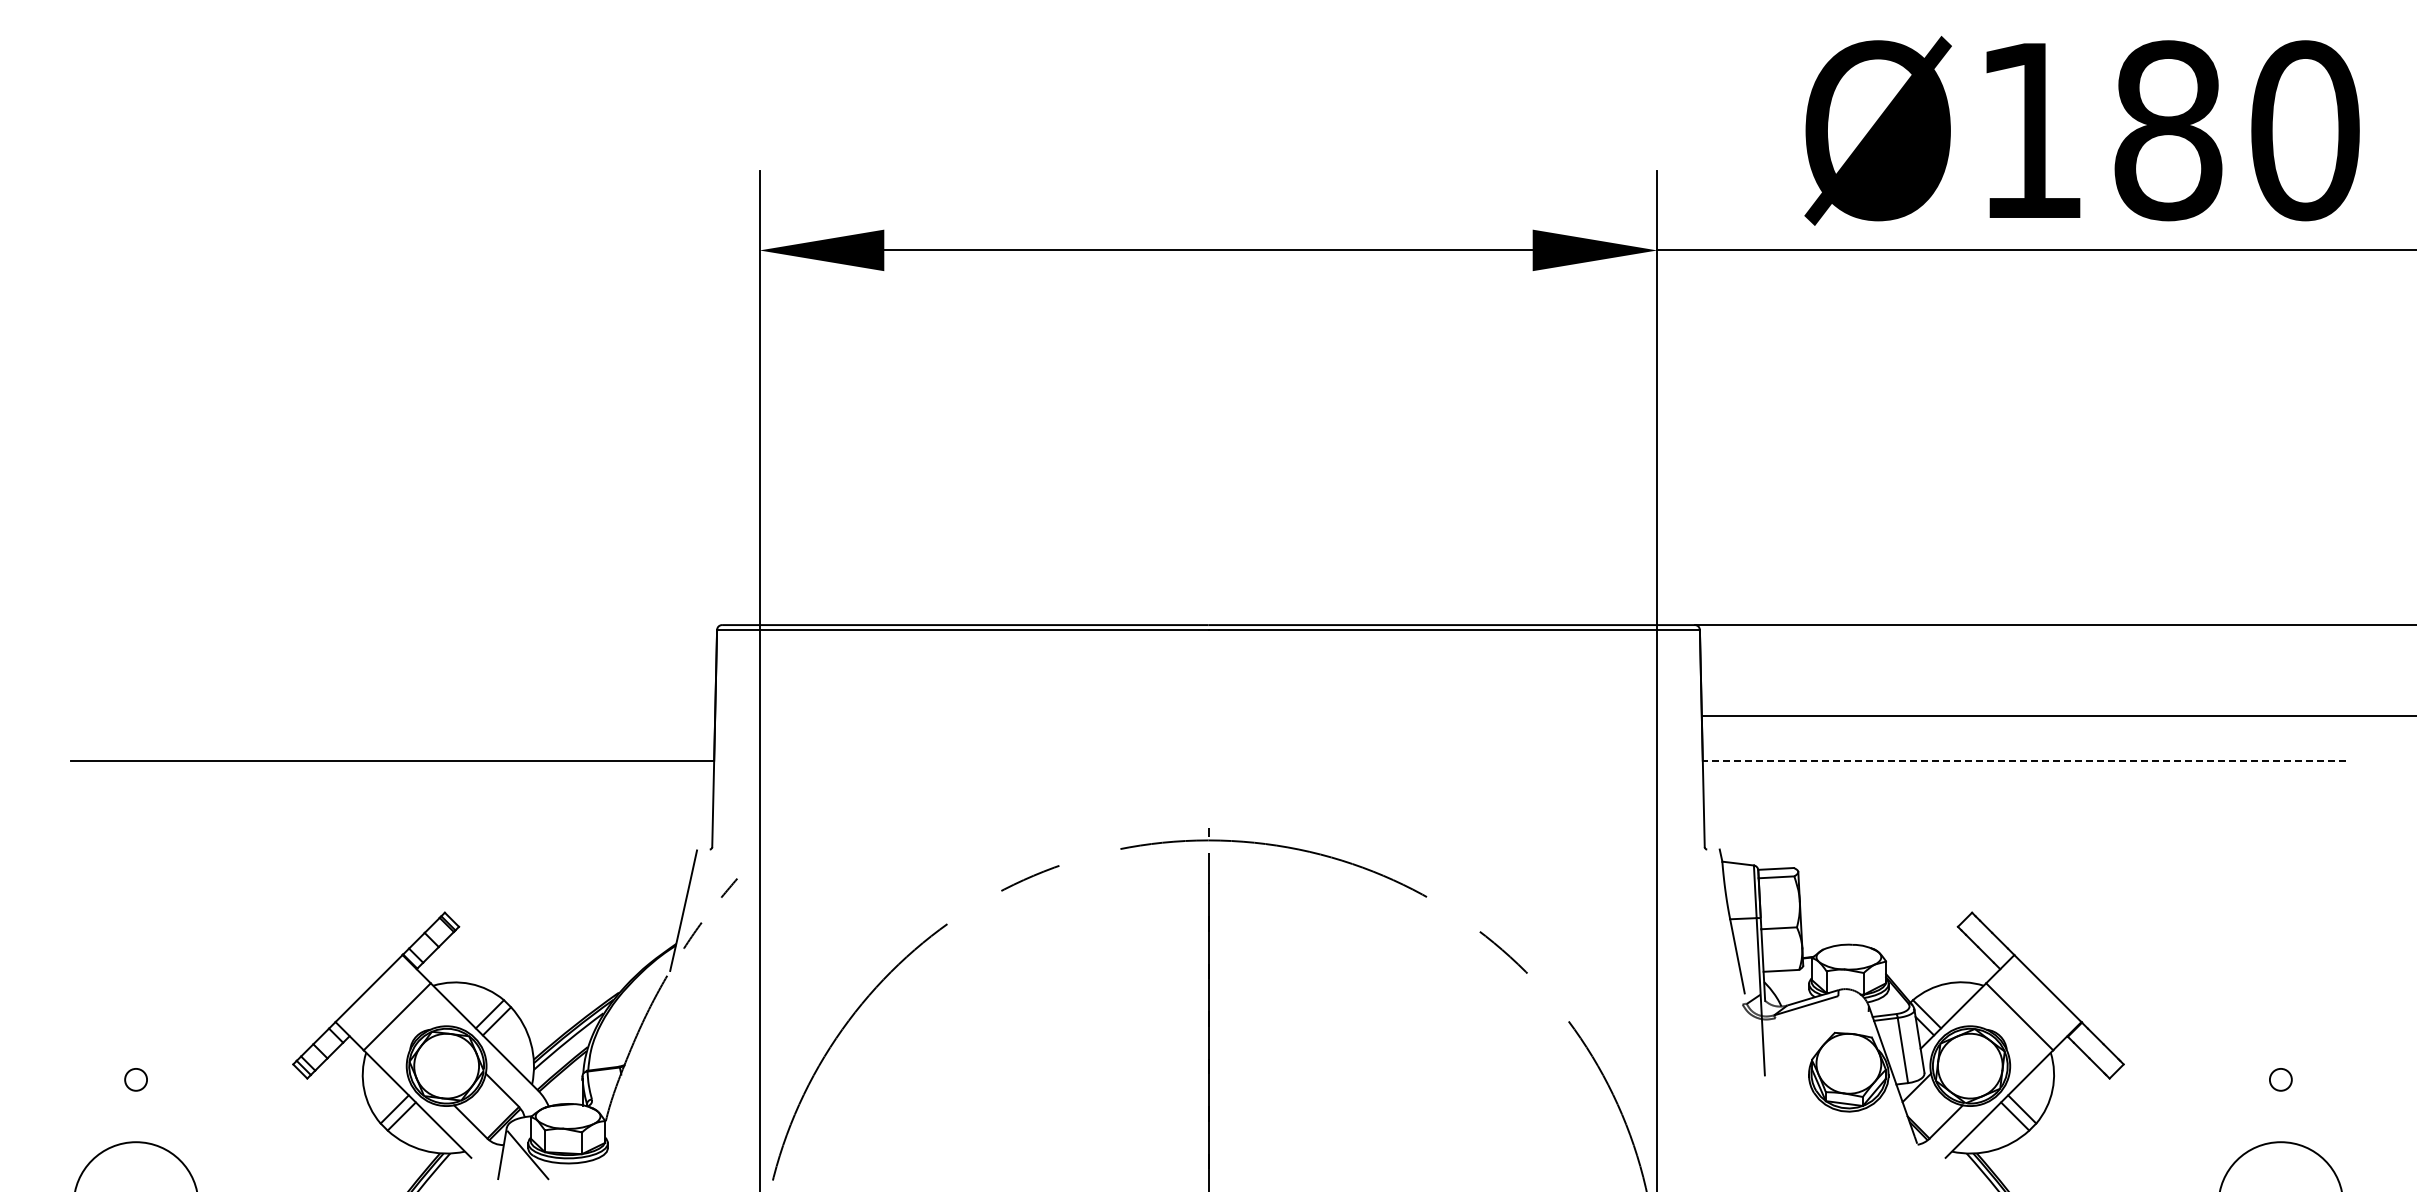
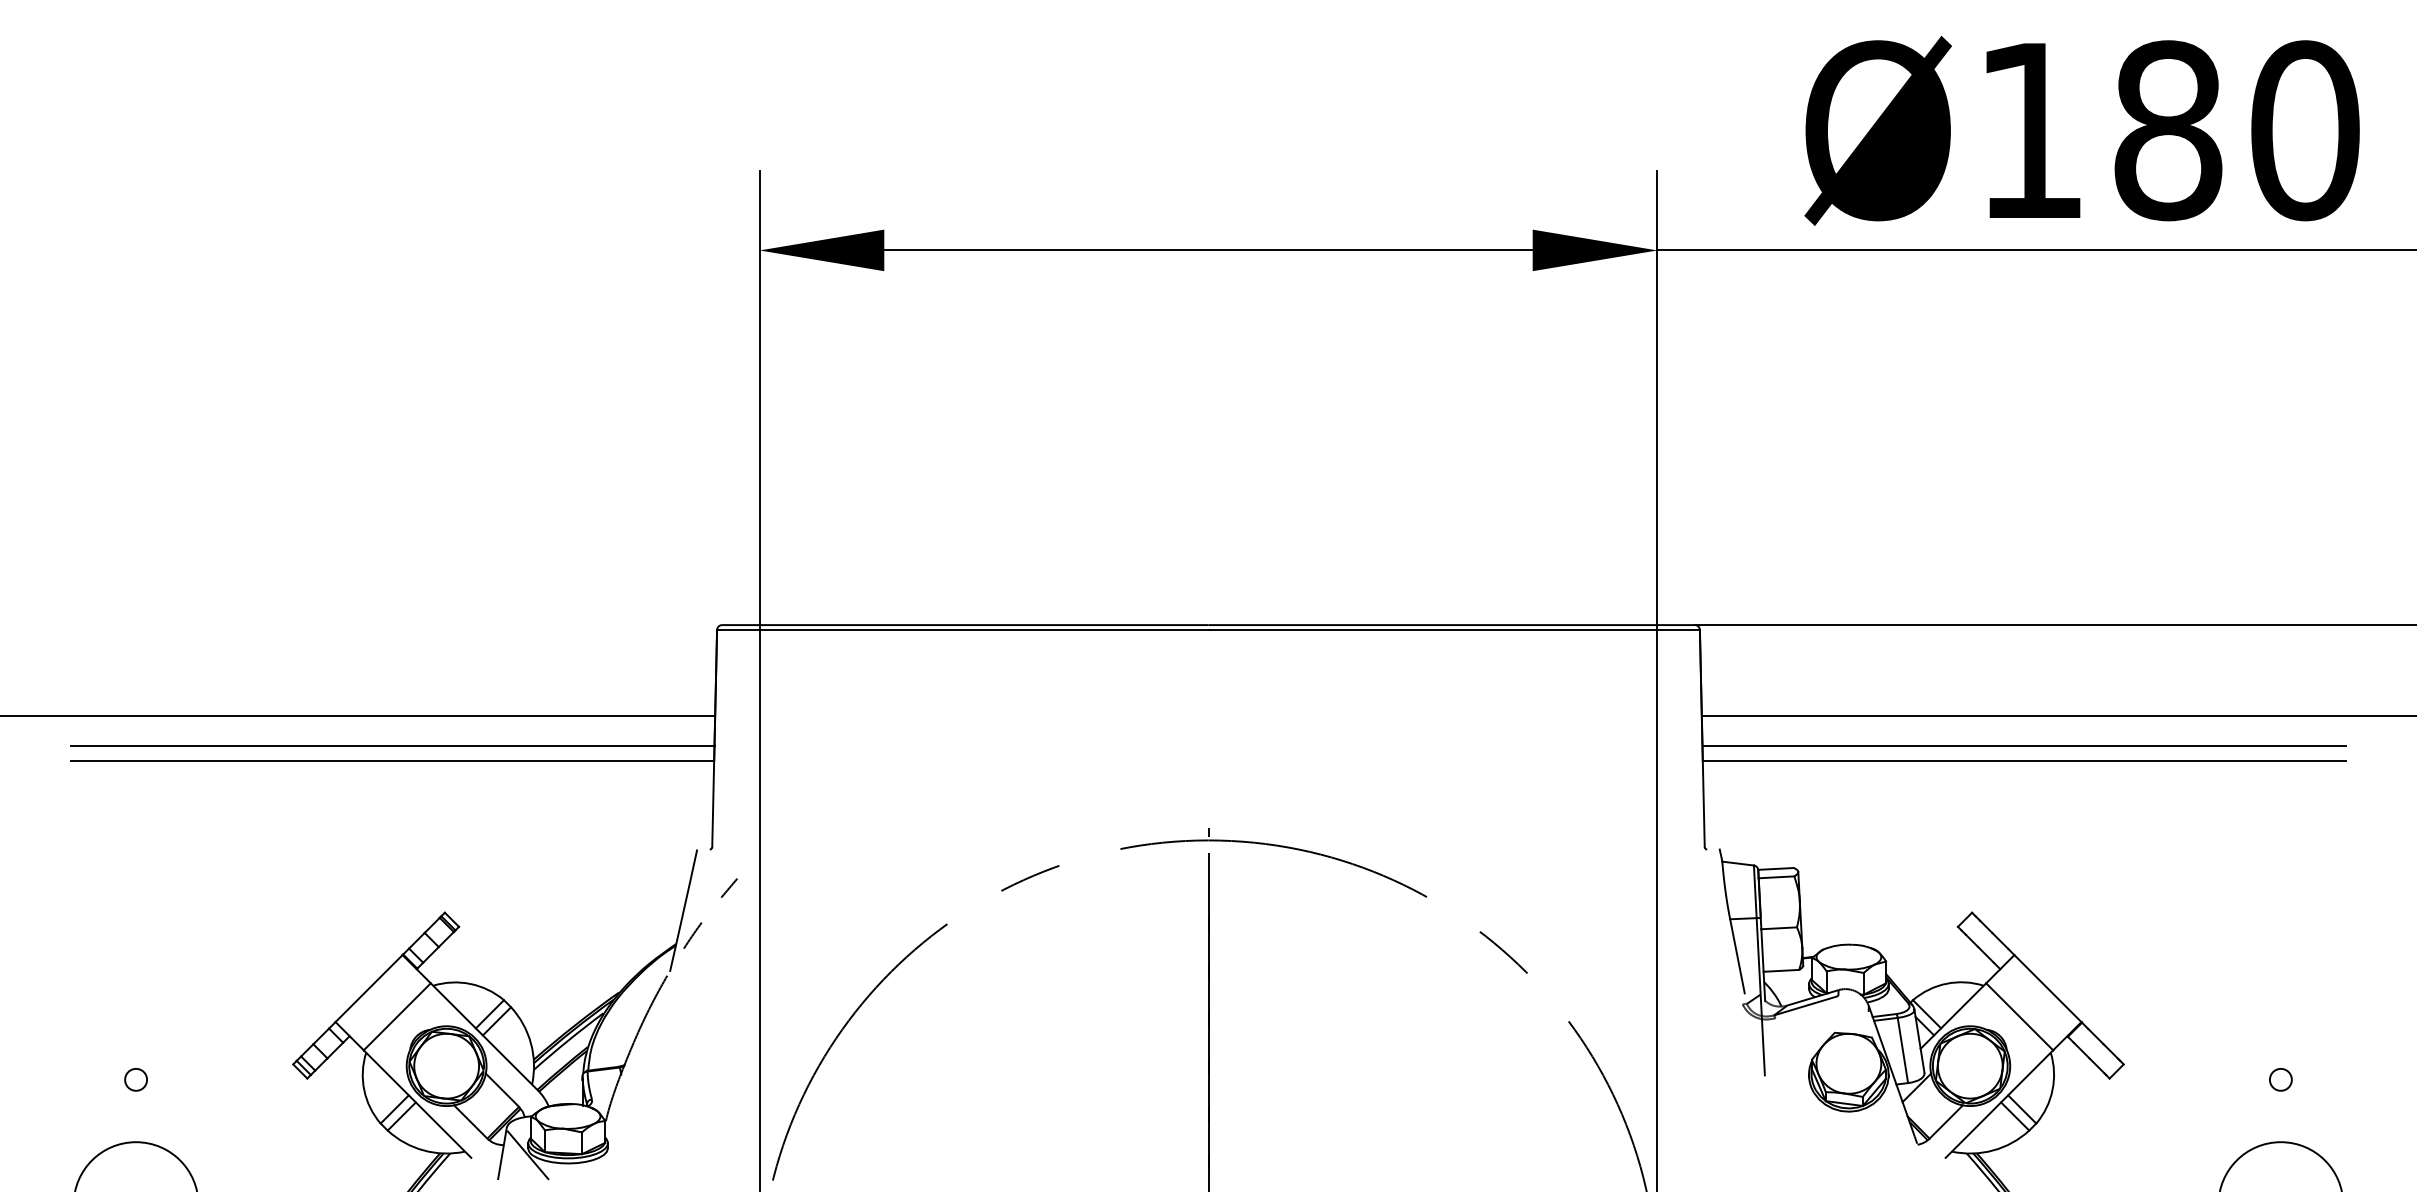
line at (358, 715): none -> present
line at (392, 745): none -> present
line at (2023, 745): none -> present
line at (2023, 760): dashed -> solid
